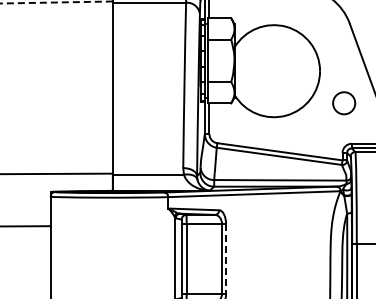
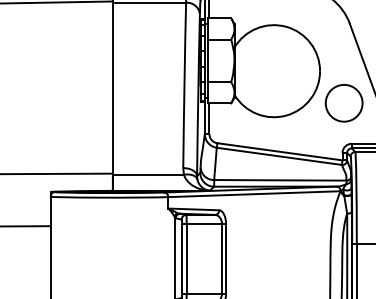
line at (55, 2): dashed -> solid
circle at (344, 103) diameter: 22 px -> 37 px
line at (226, 258): dashed -> solid
